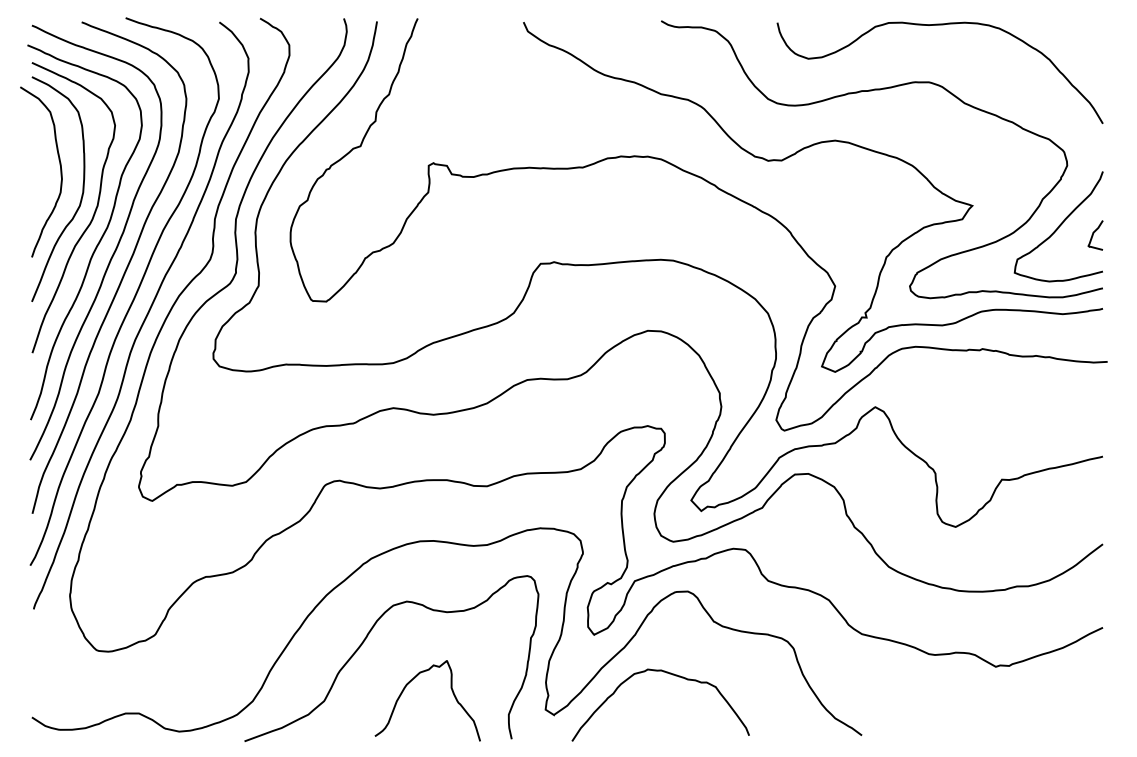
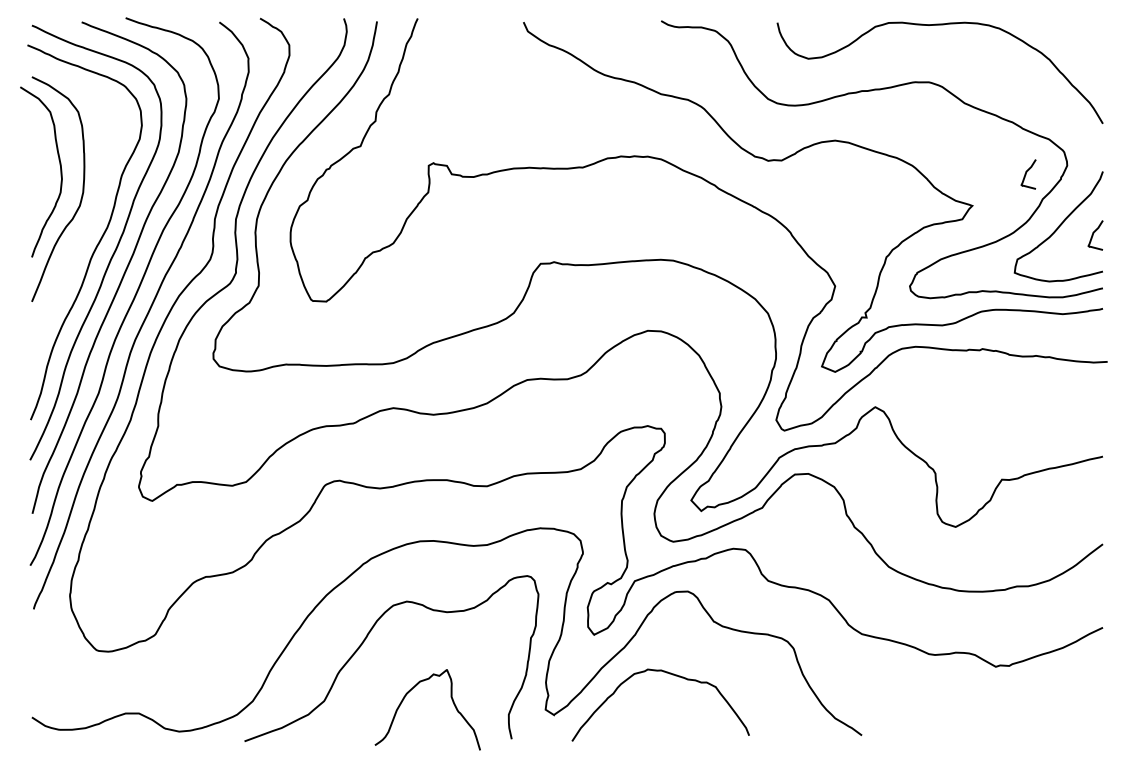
curve at (1026, 174): none -> present
curve at (93, 213): present -> none
curve at (410, 682) position: (410, 682) -> (410, 691)
